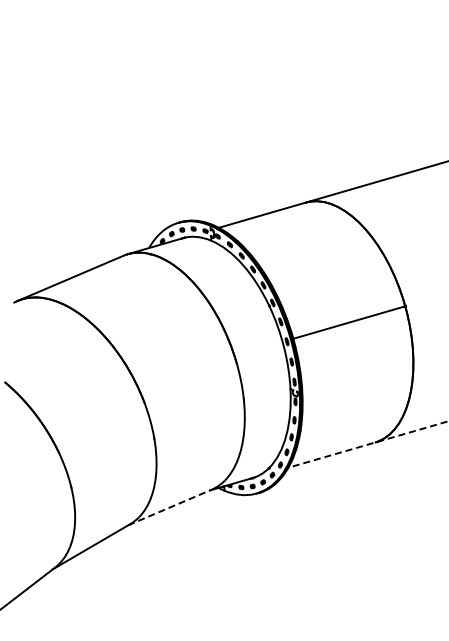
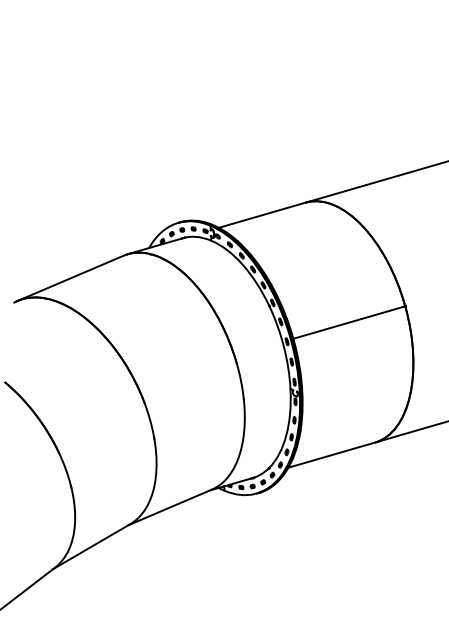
line at (368, 444): dashed -> solid
line at (170, 507): dashed -> solid
